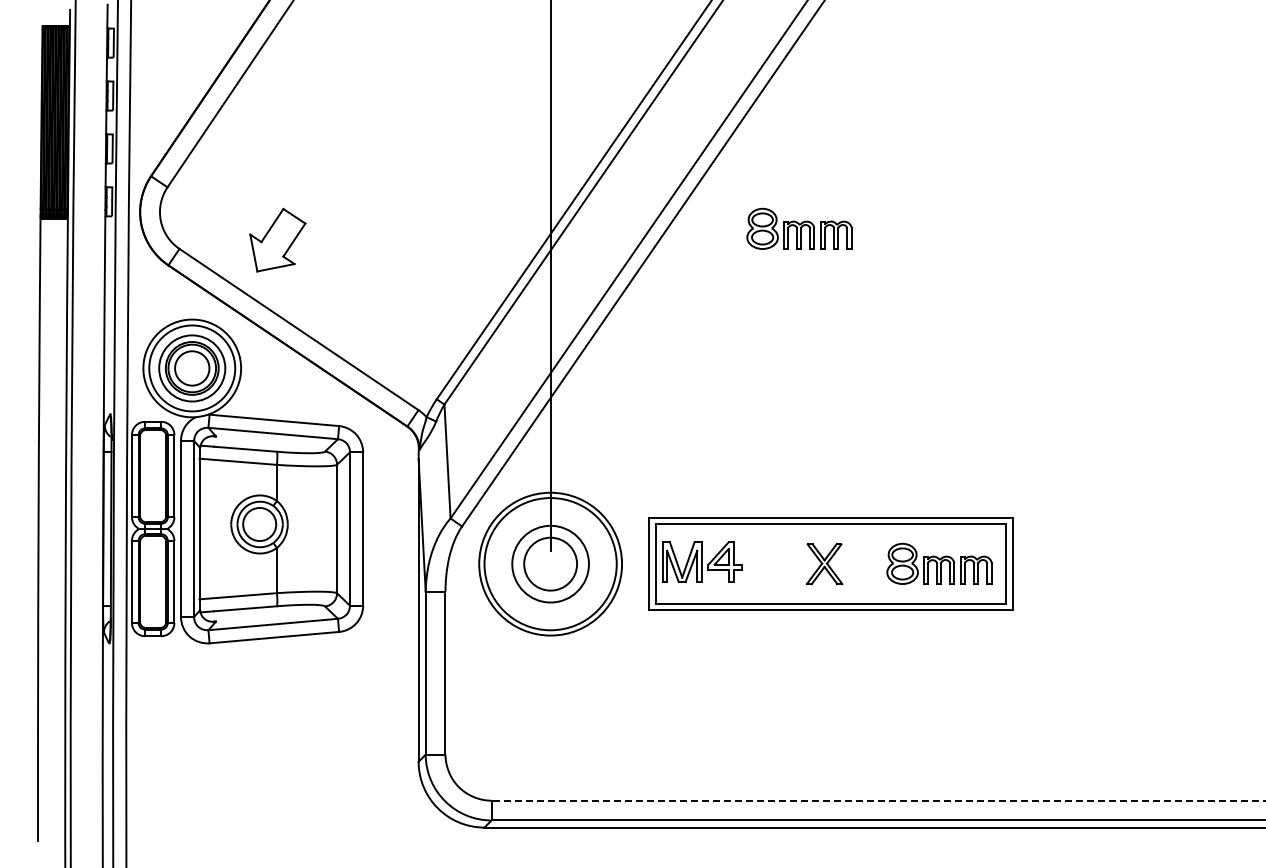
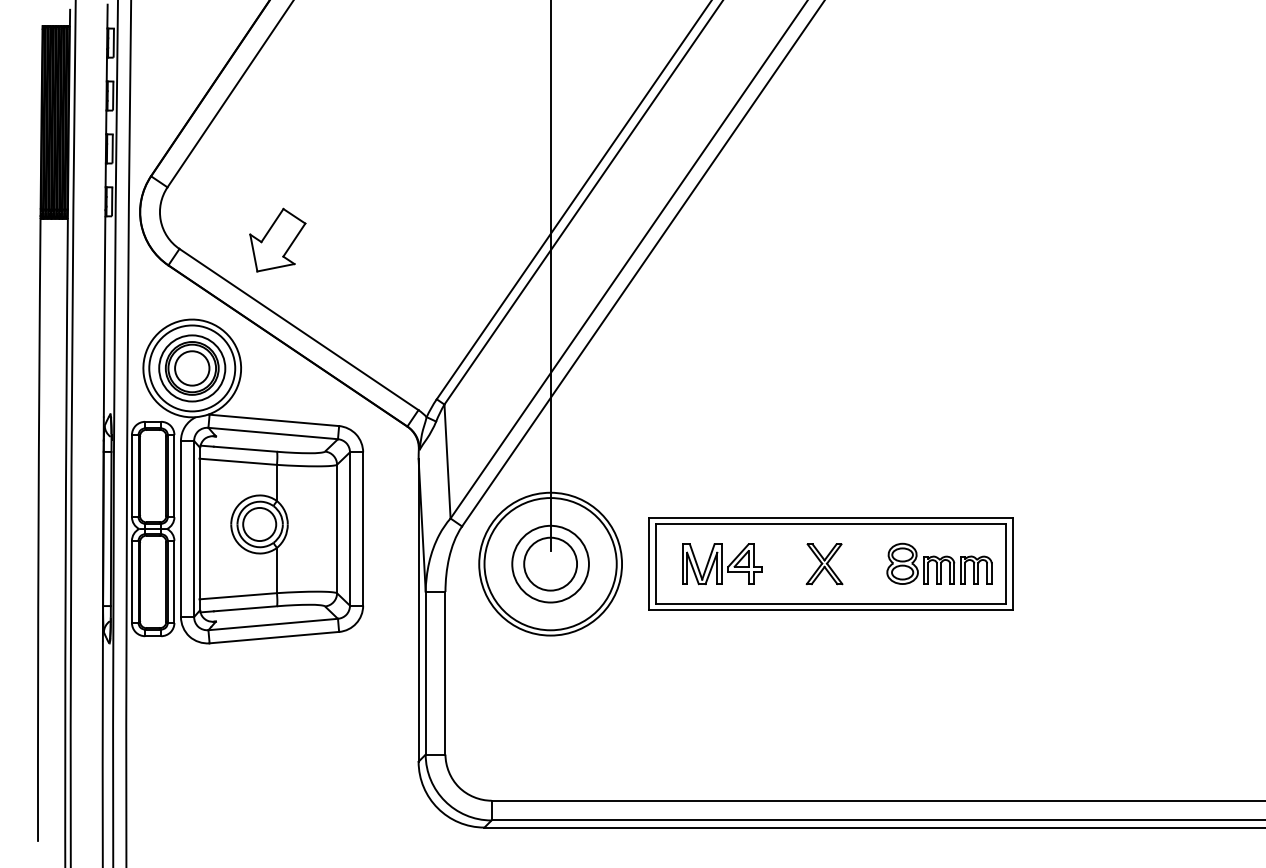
part at (799, 228): present -> none
part at (702, 562) position: (702, 562) -> (722, 564)
line at (878, 800): dashed -> solid
